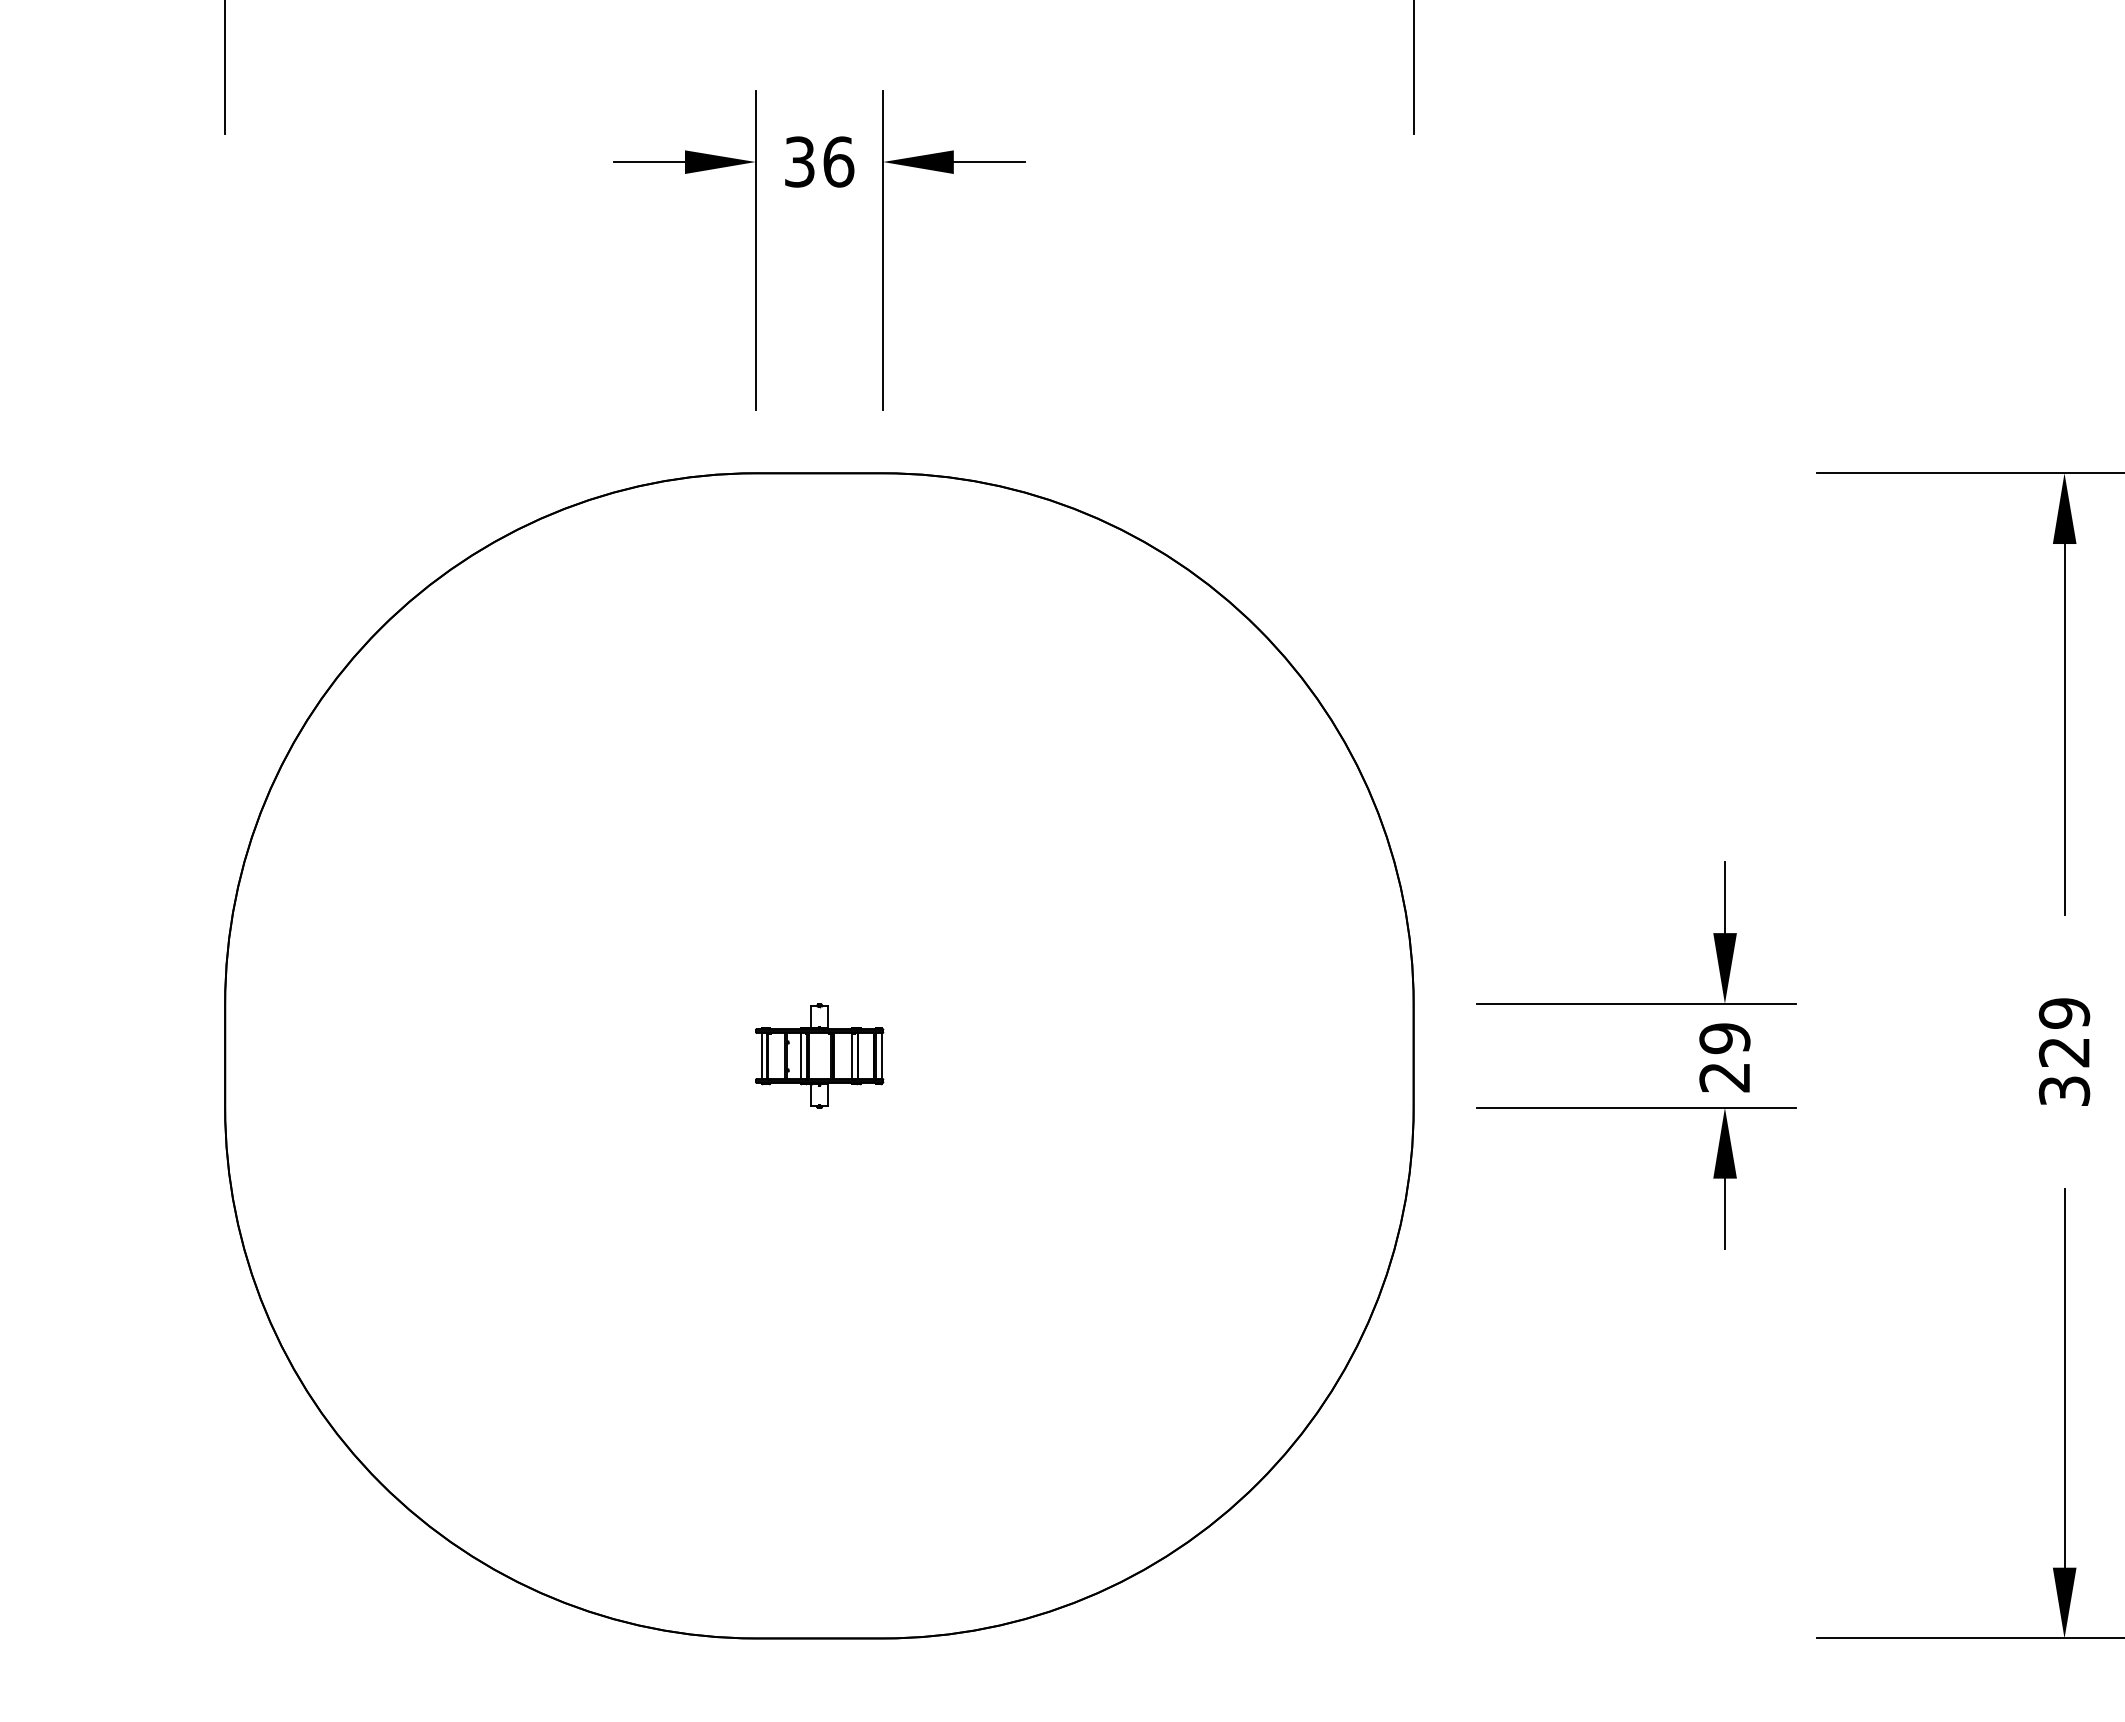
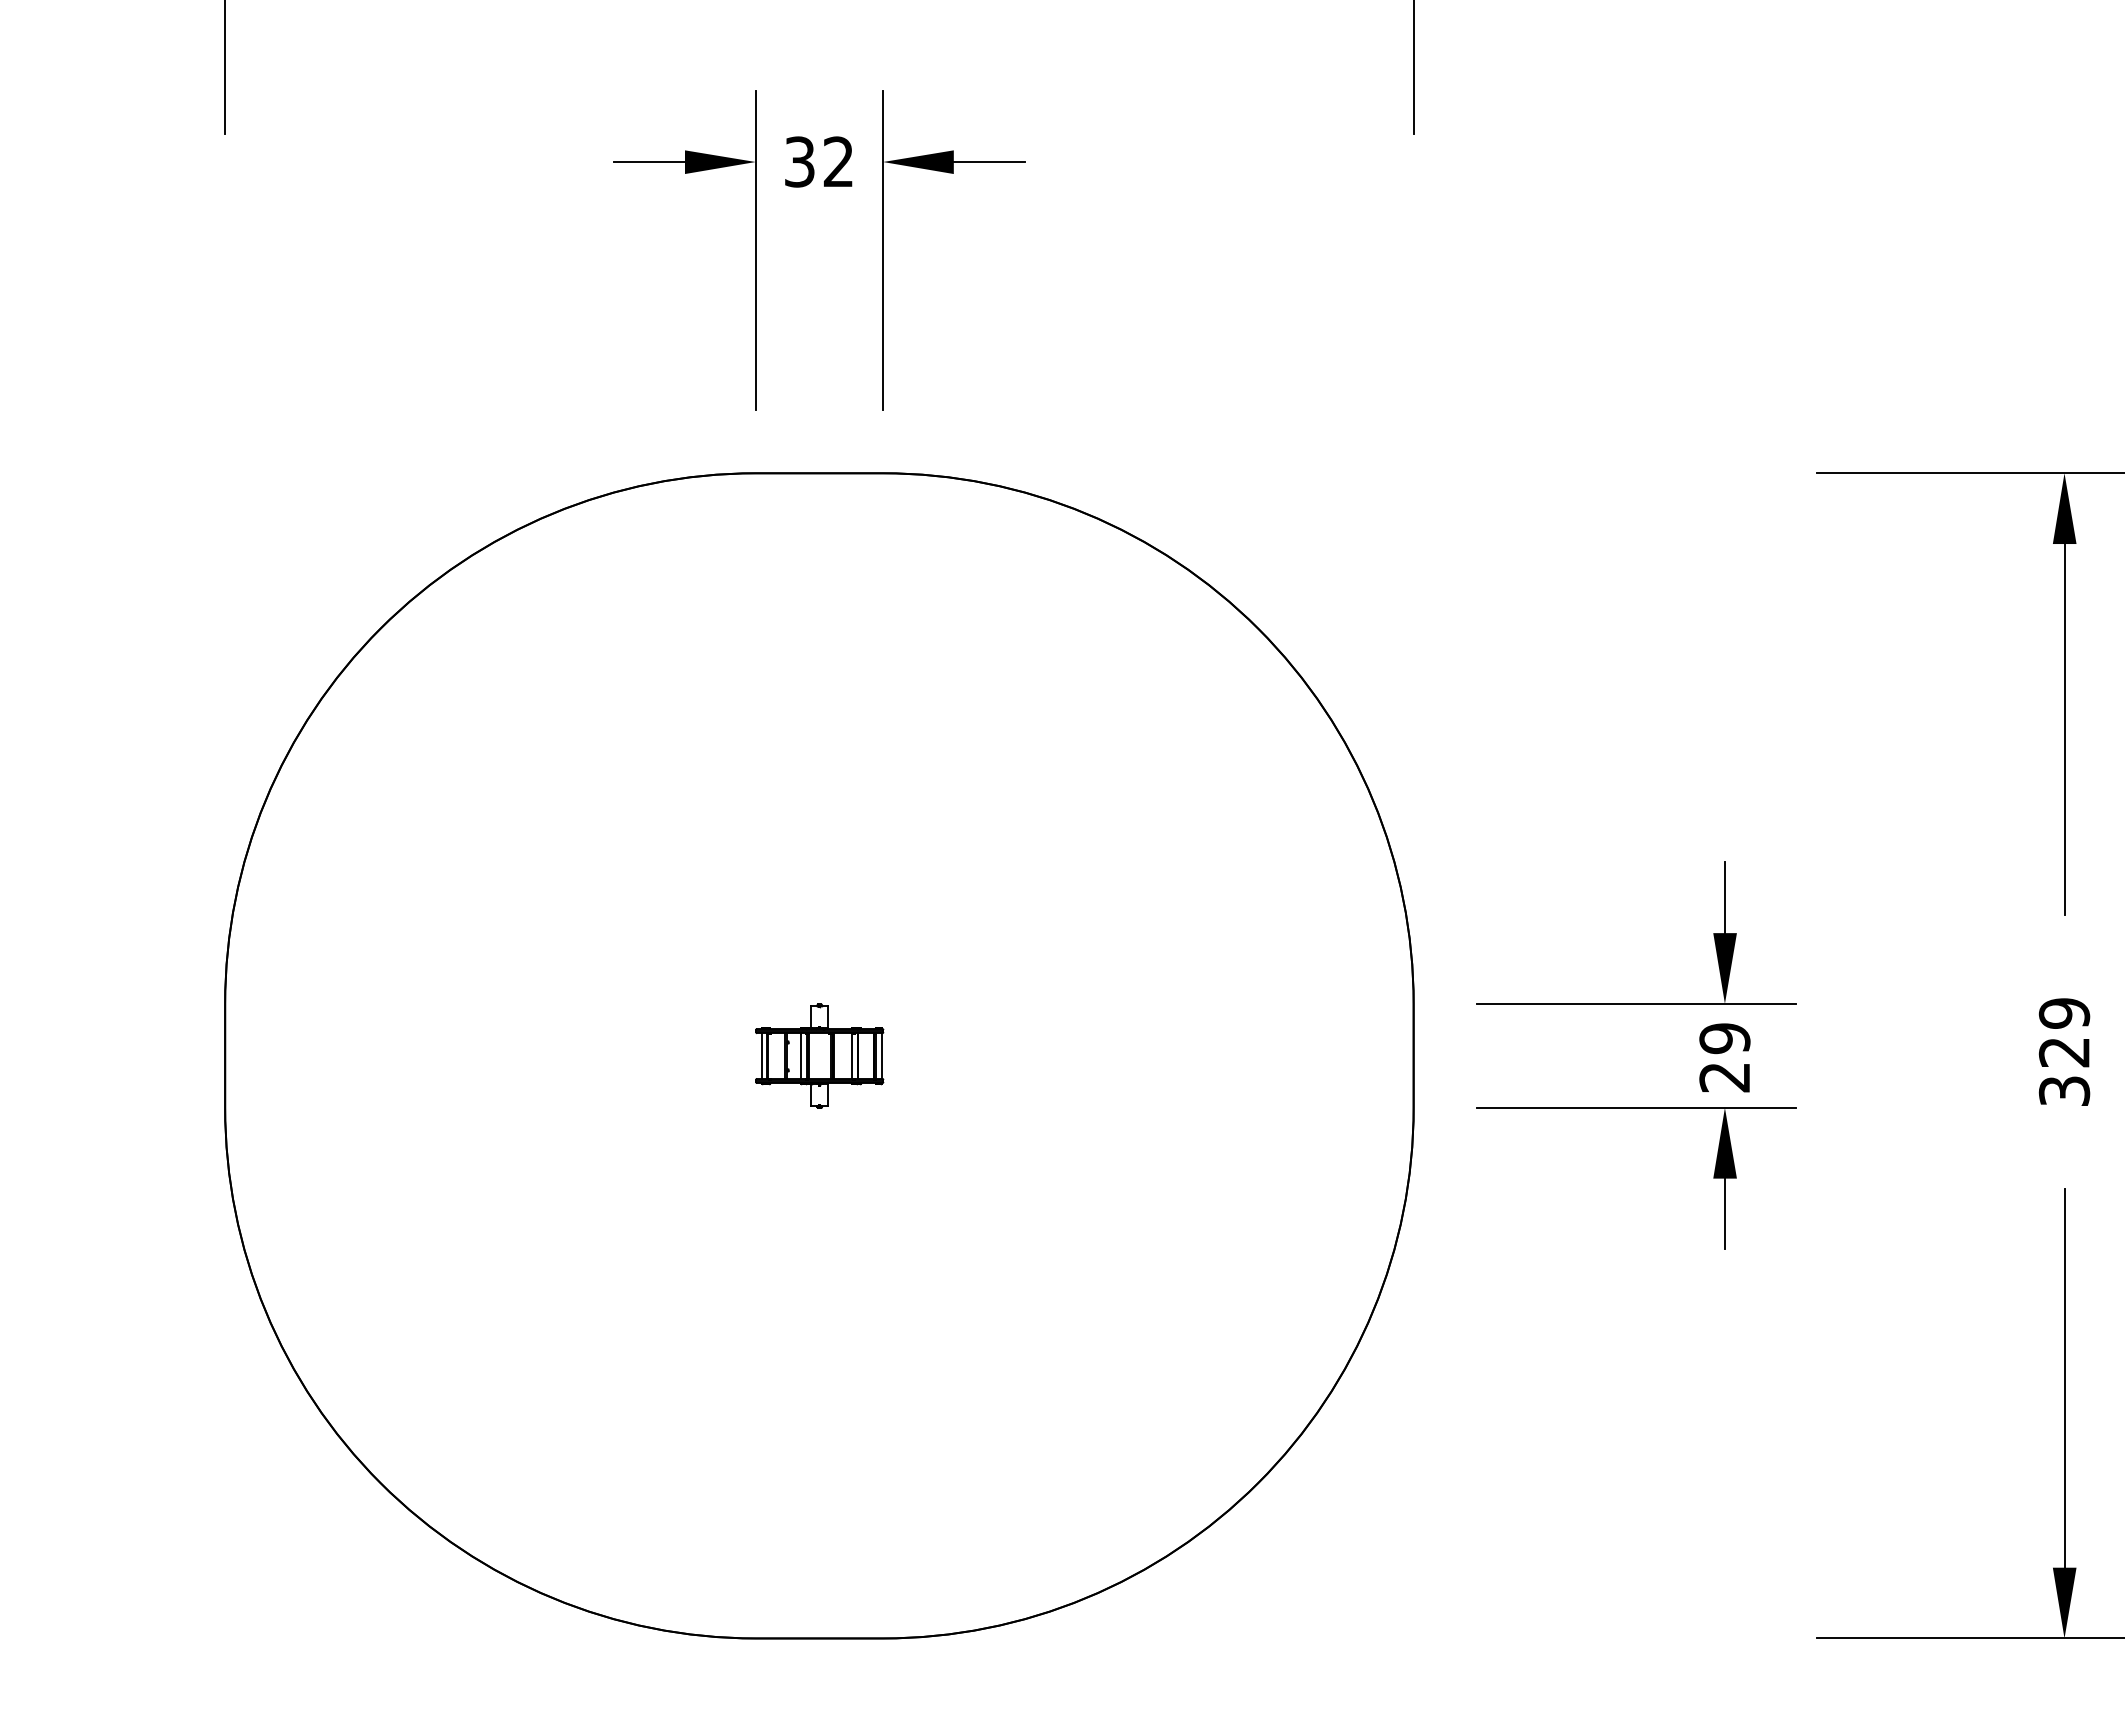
text at (838, 161): 36 -> 32
